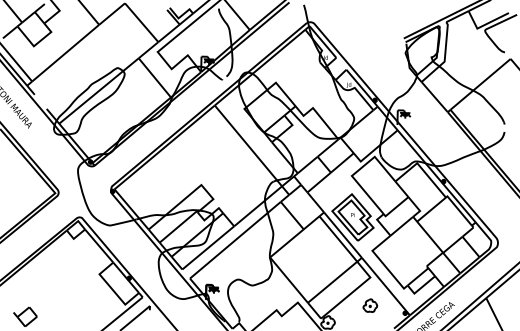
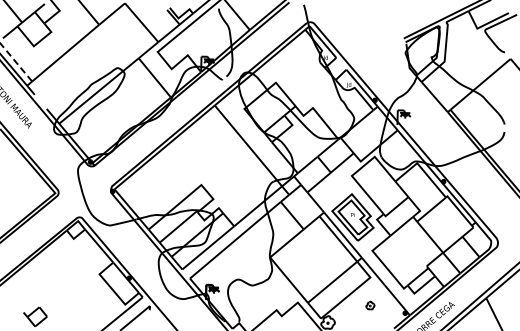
line at (16, 62): solid -> dashed
part at (370, 305) size: 17x15 px -> 11x11 px
part at (25, 316) position: (25, 316) -> (35, 316)
